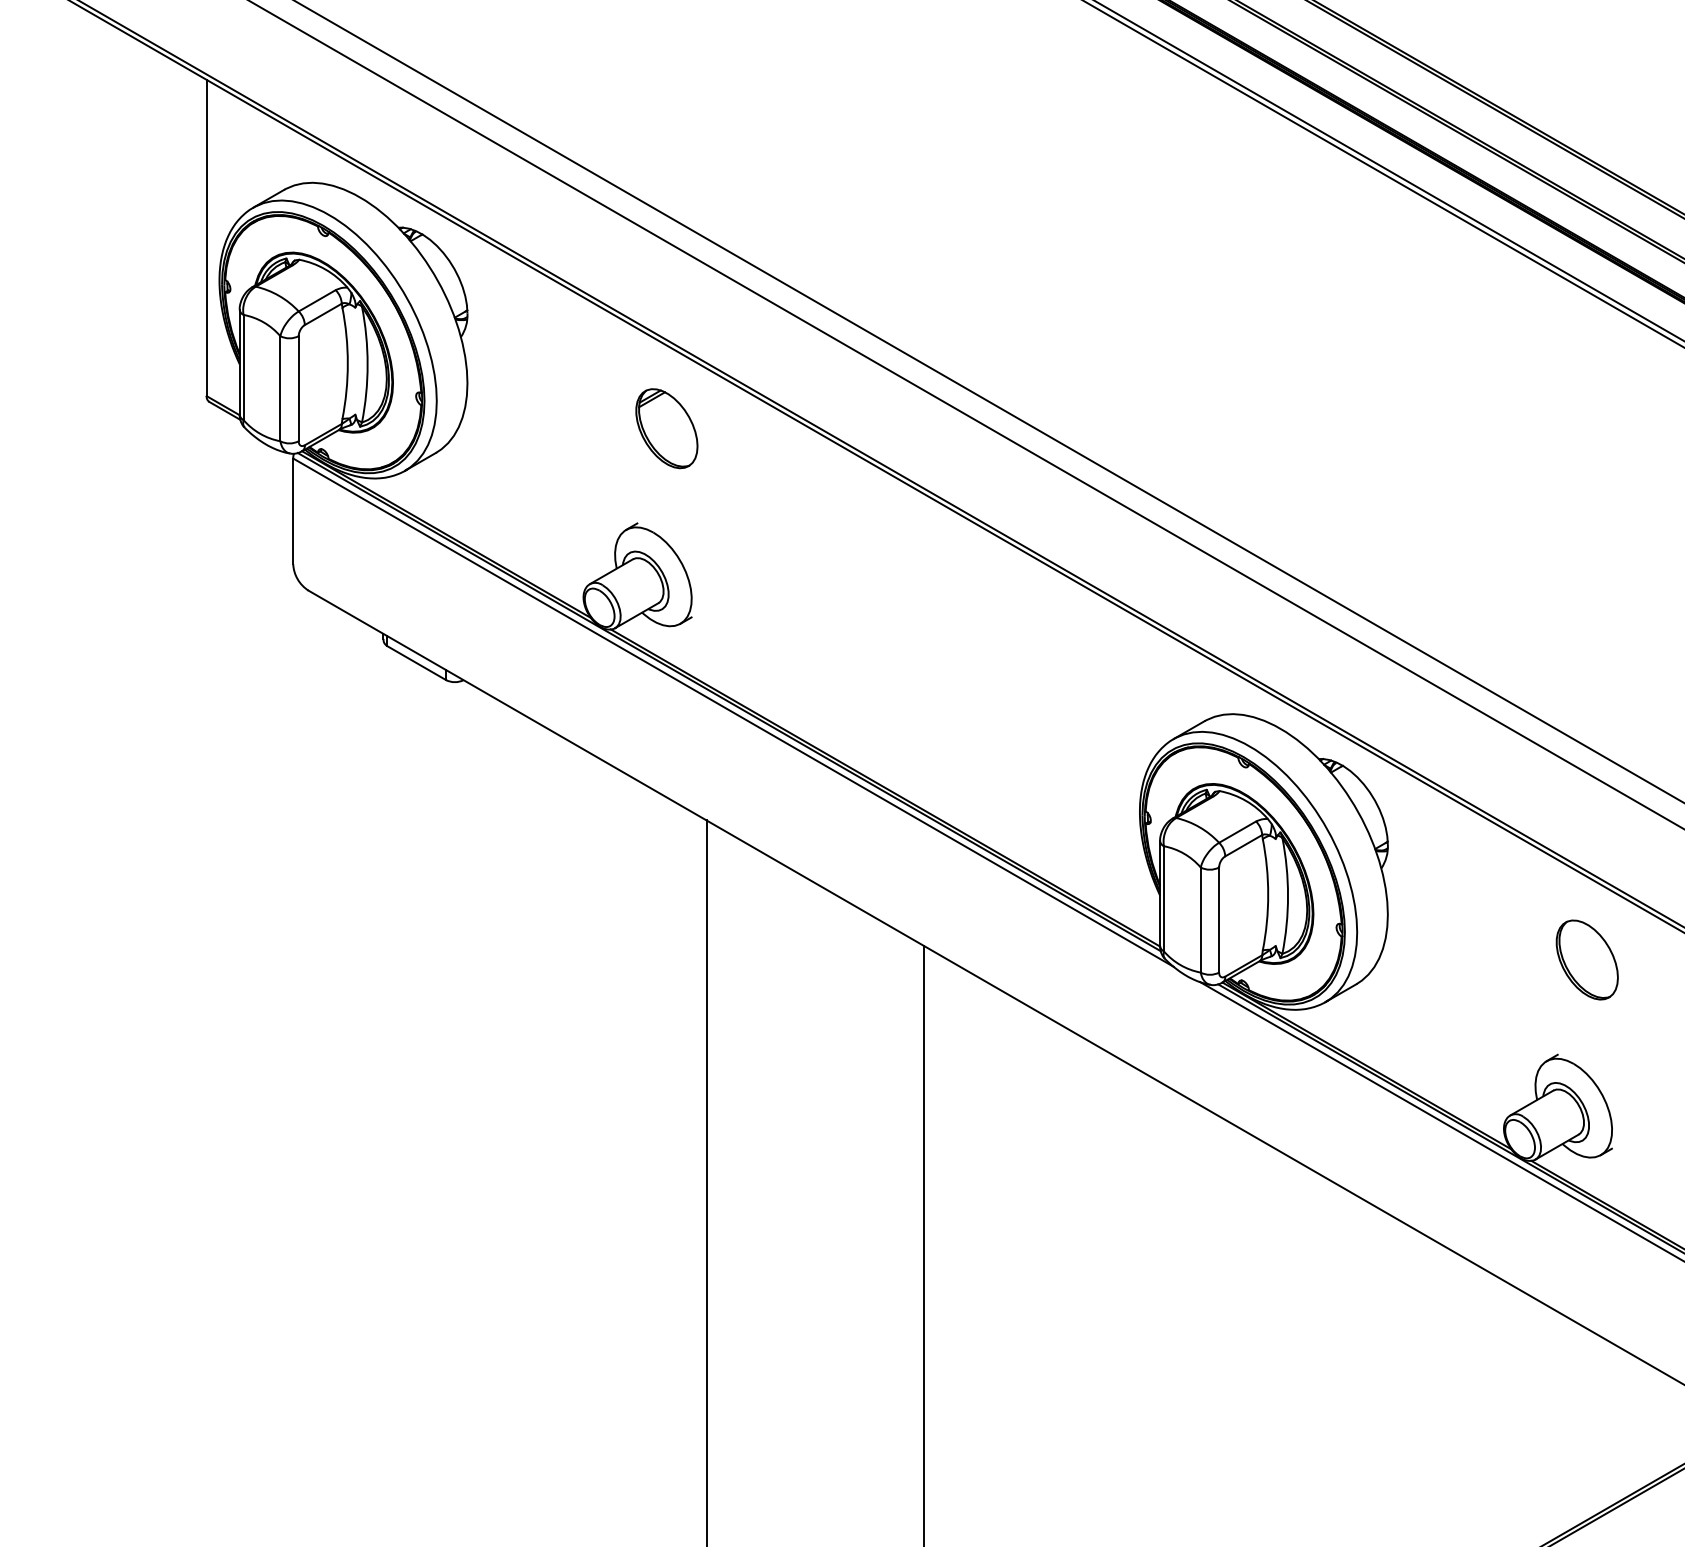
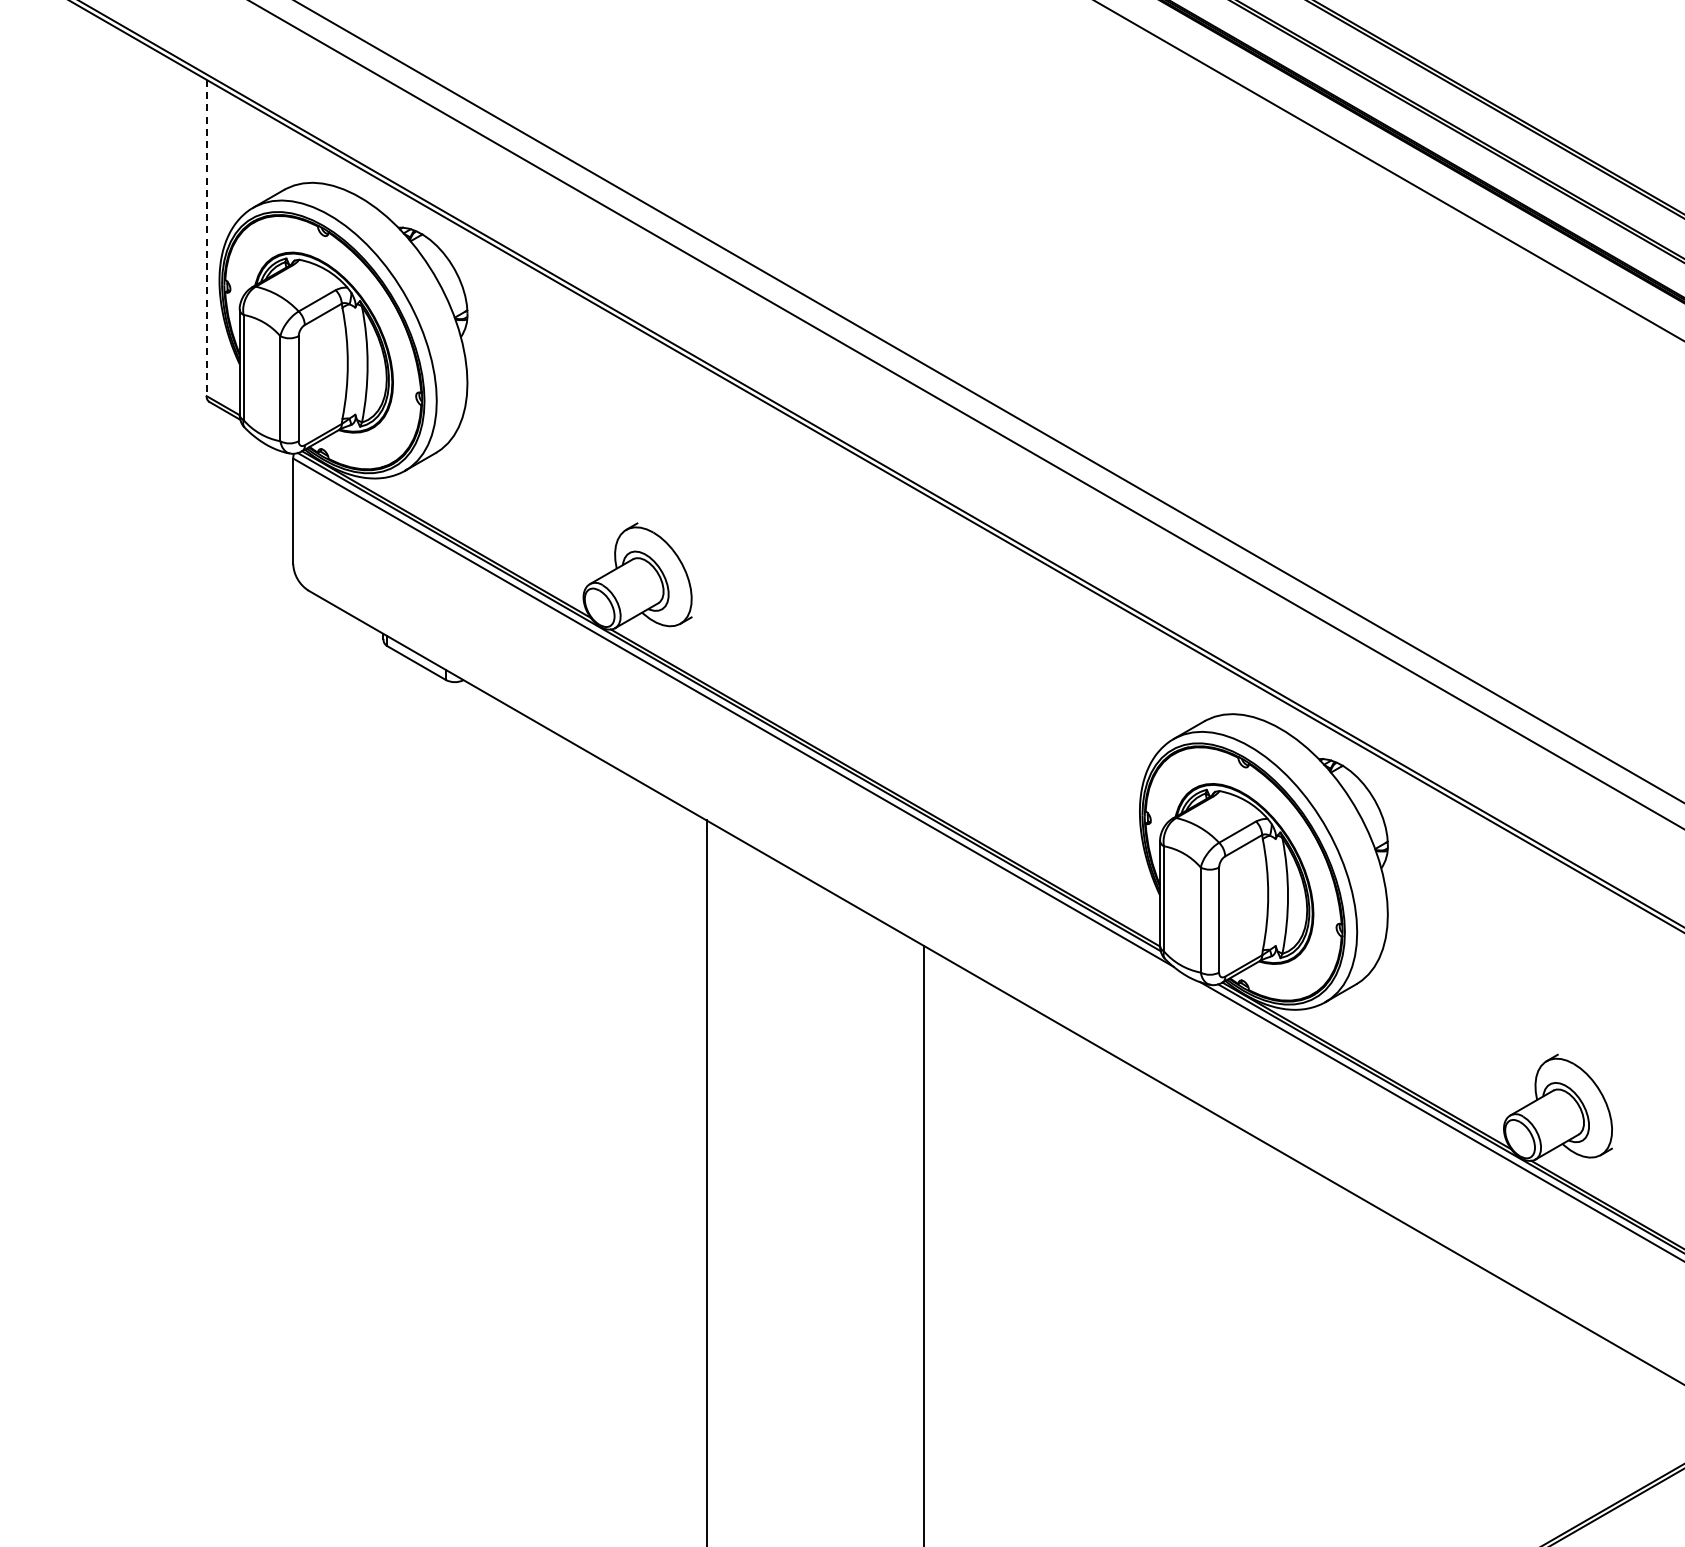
line at (1383, 174): present -> none
line at (206, 238): solid -> dashed
part at (666, 428): present -> none
part at (1586, 959): present -> none
